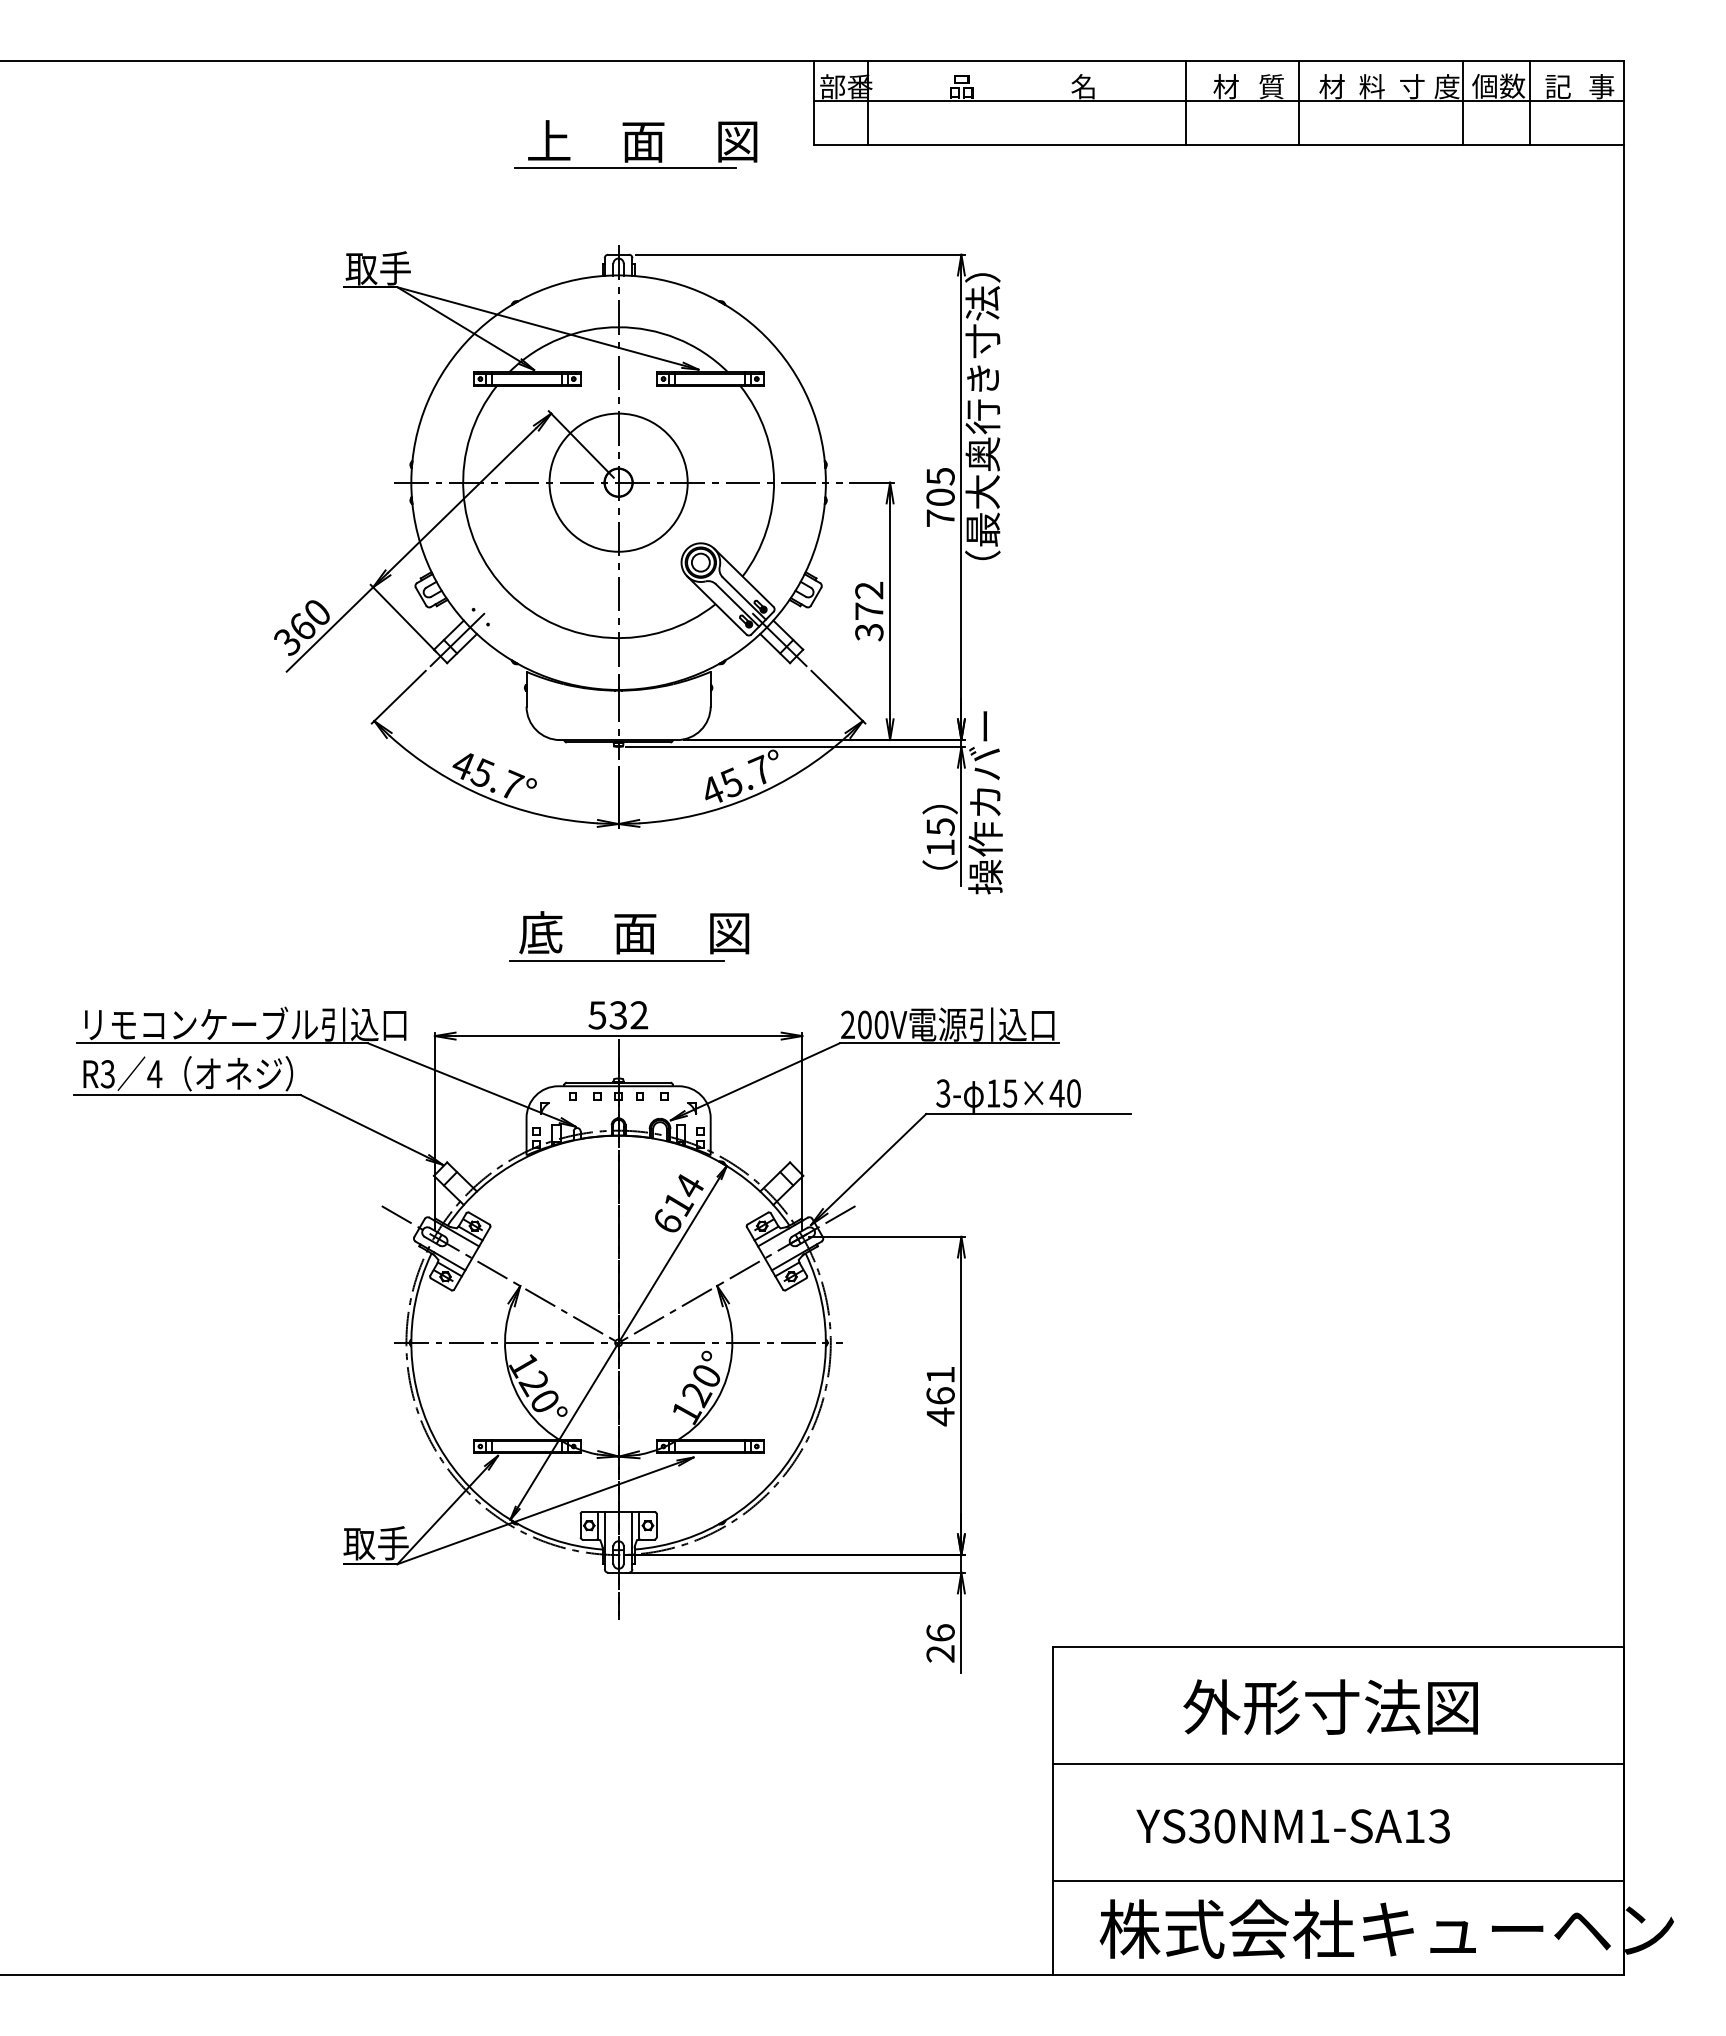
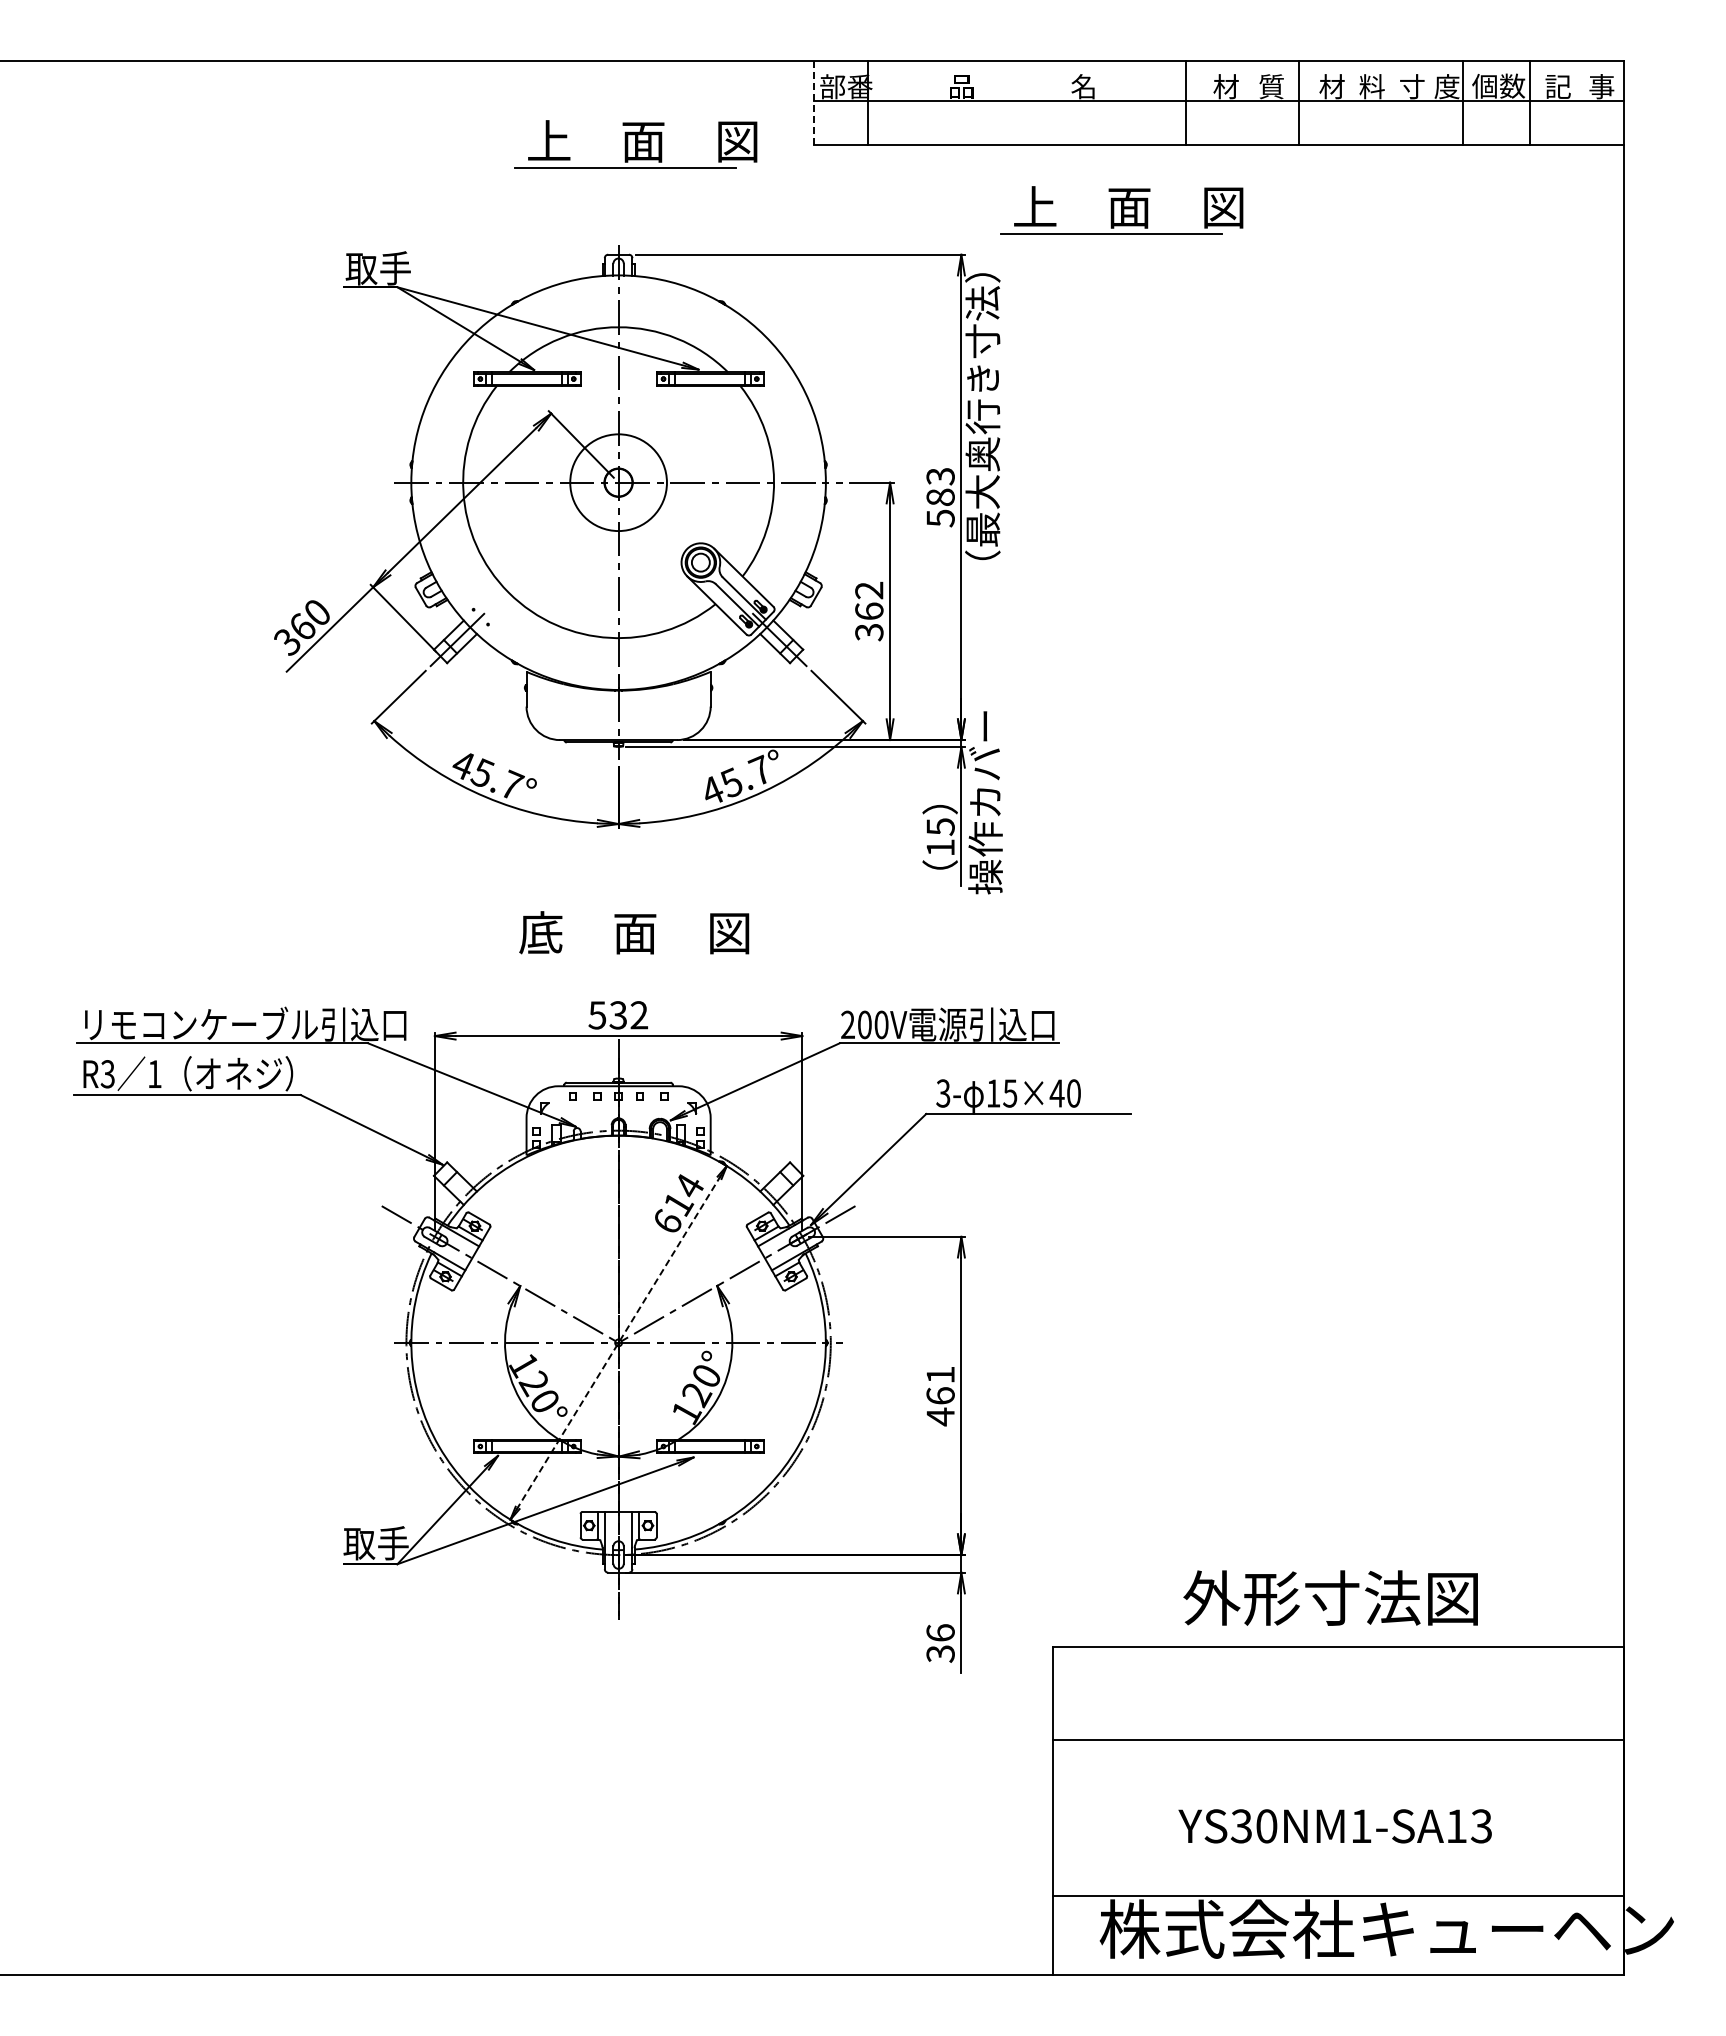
line at (814, 102): solid -> dashed
part at (1121, 210): none -> present
circle at (618, 482) diameter: 138 px -> 97 px
text at (940, 497): 705 -> 583
text at (869, 610): 372 -> 362
line at (616, 961): present -> none
text at (154, 1073): 4 -> 1
line at (618, 1343): solid -> dashed
text at (940, 1653): 26 -> 36
text at (1330, 1706) position: (1330, 1706) -> (1330, 1597)
line at (1338, 1763) position: (1338, 1763) -> (1338, 1739)
text at (1292, 1826) position: (1292, 1826) -> (1334, 1826)
line at (1338, 1881) position: (1338, 1881) -> (1338, 1896)
